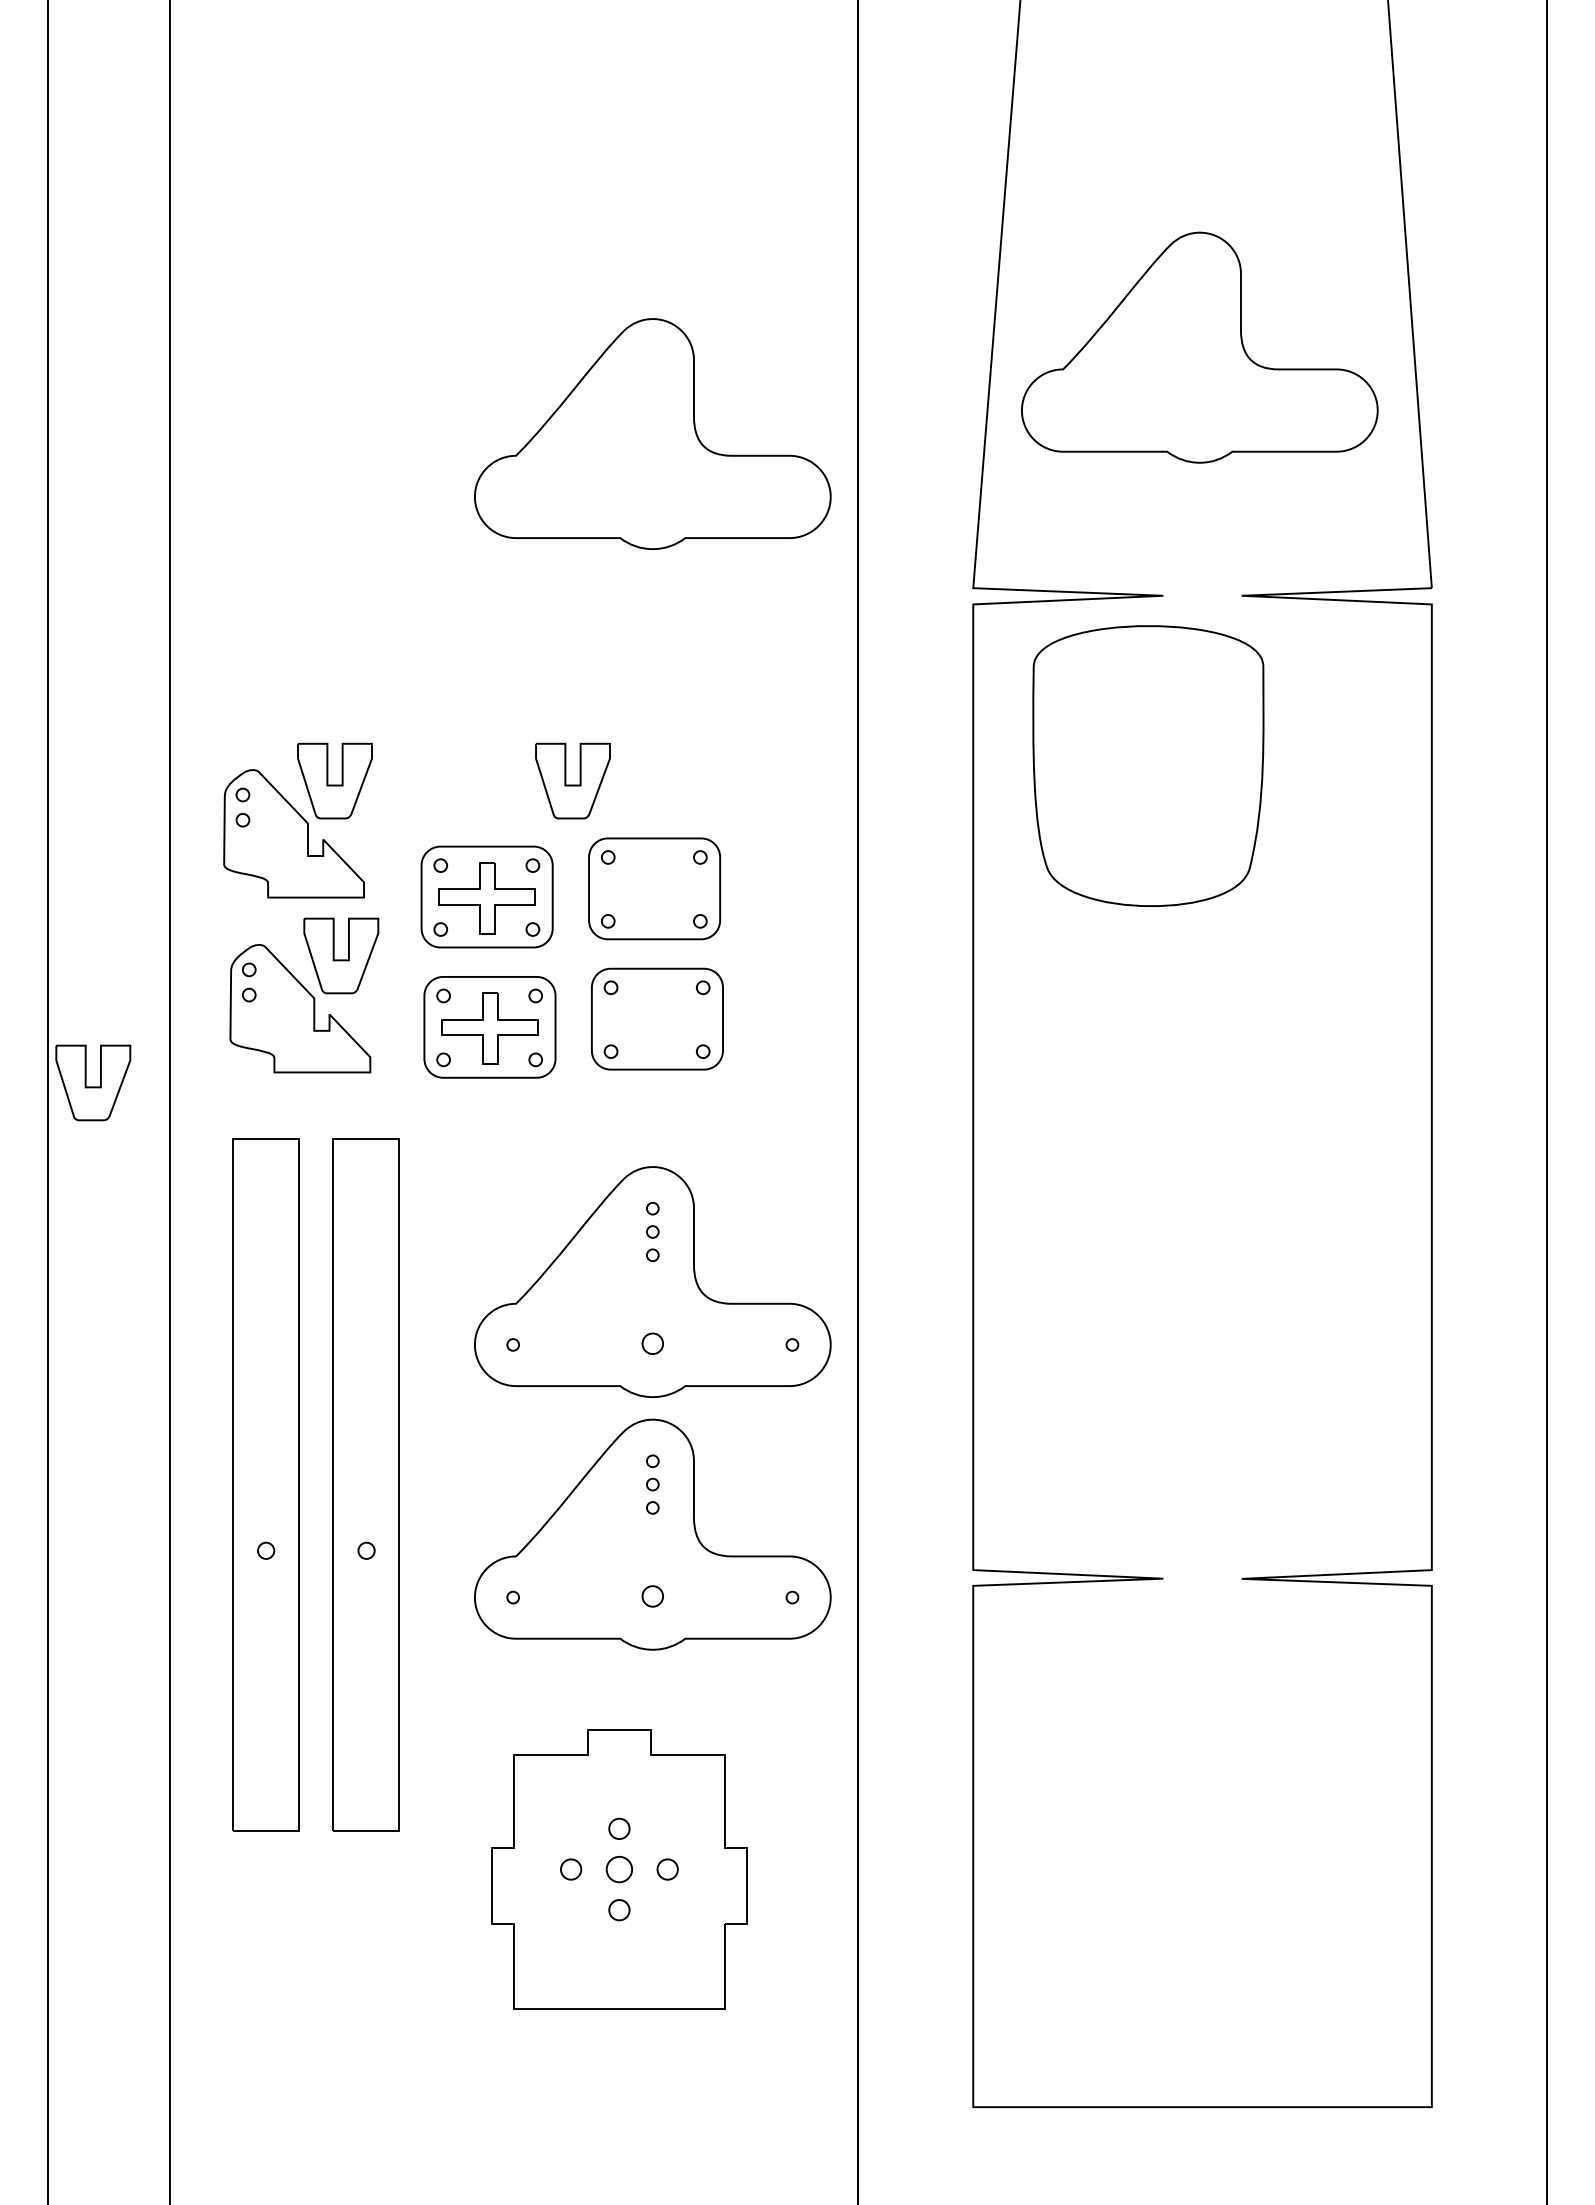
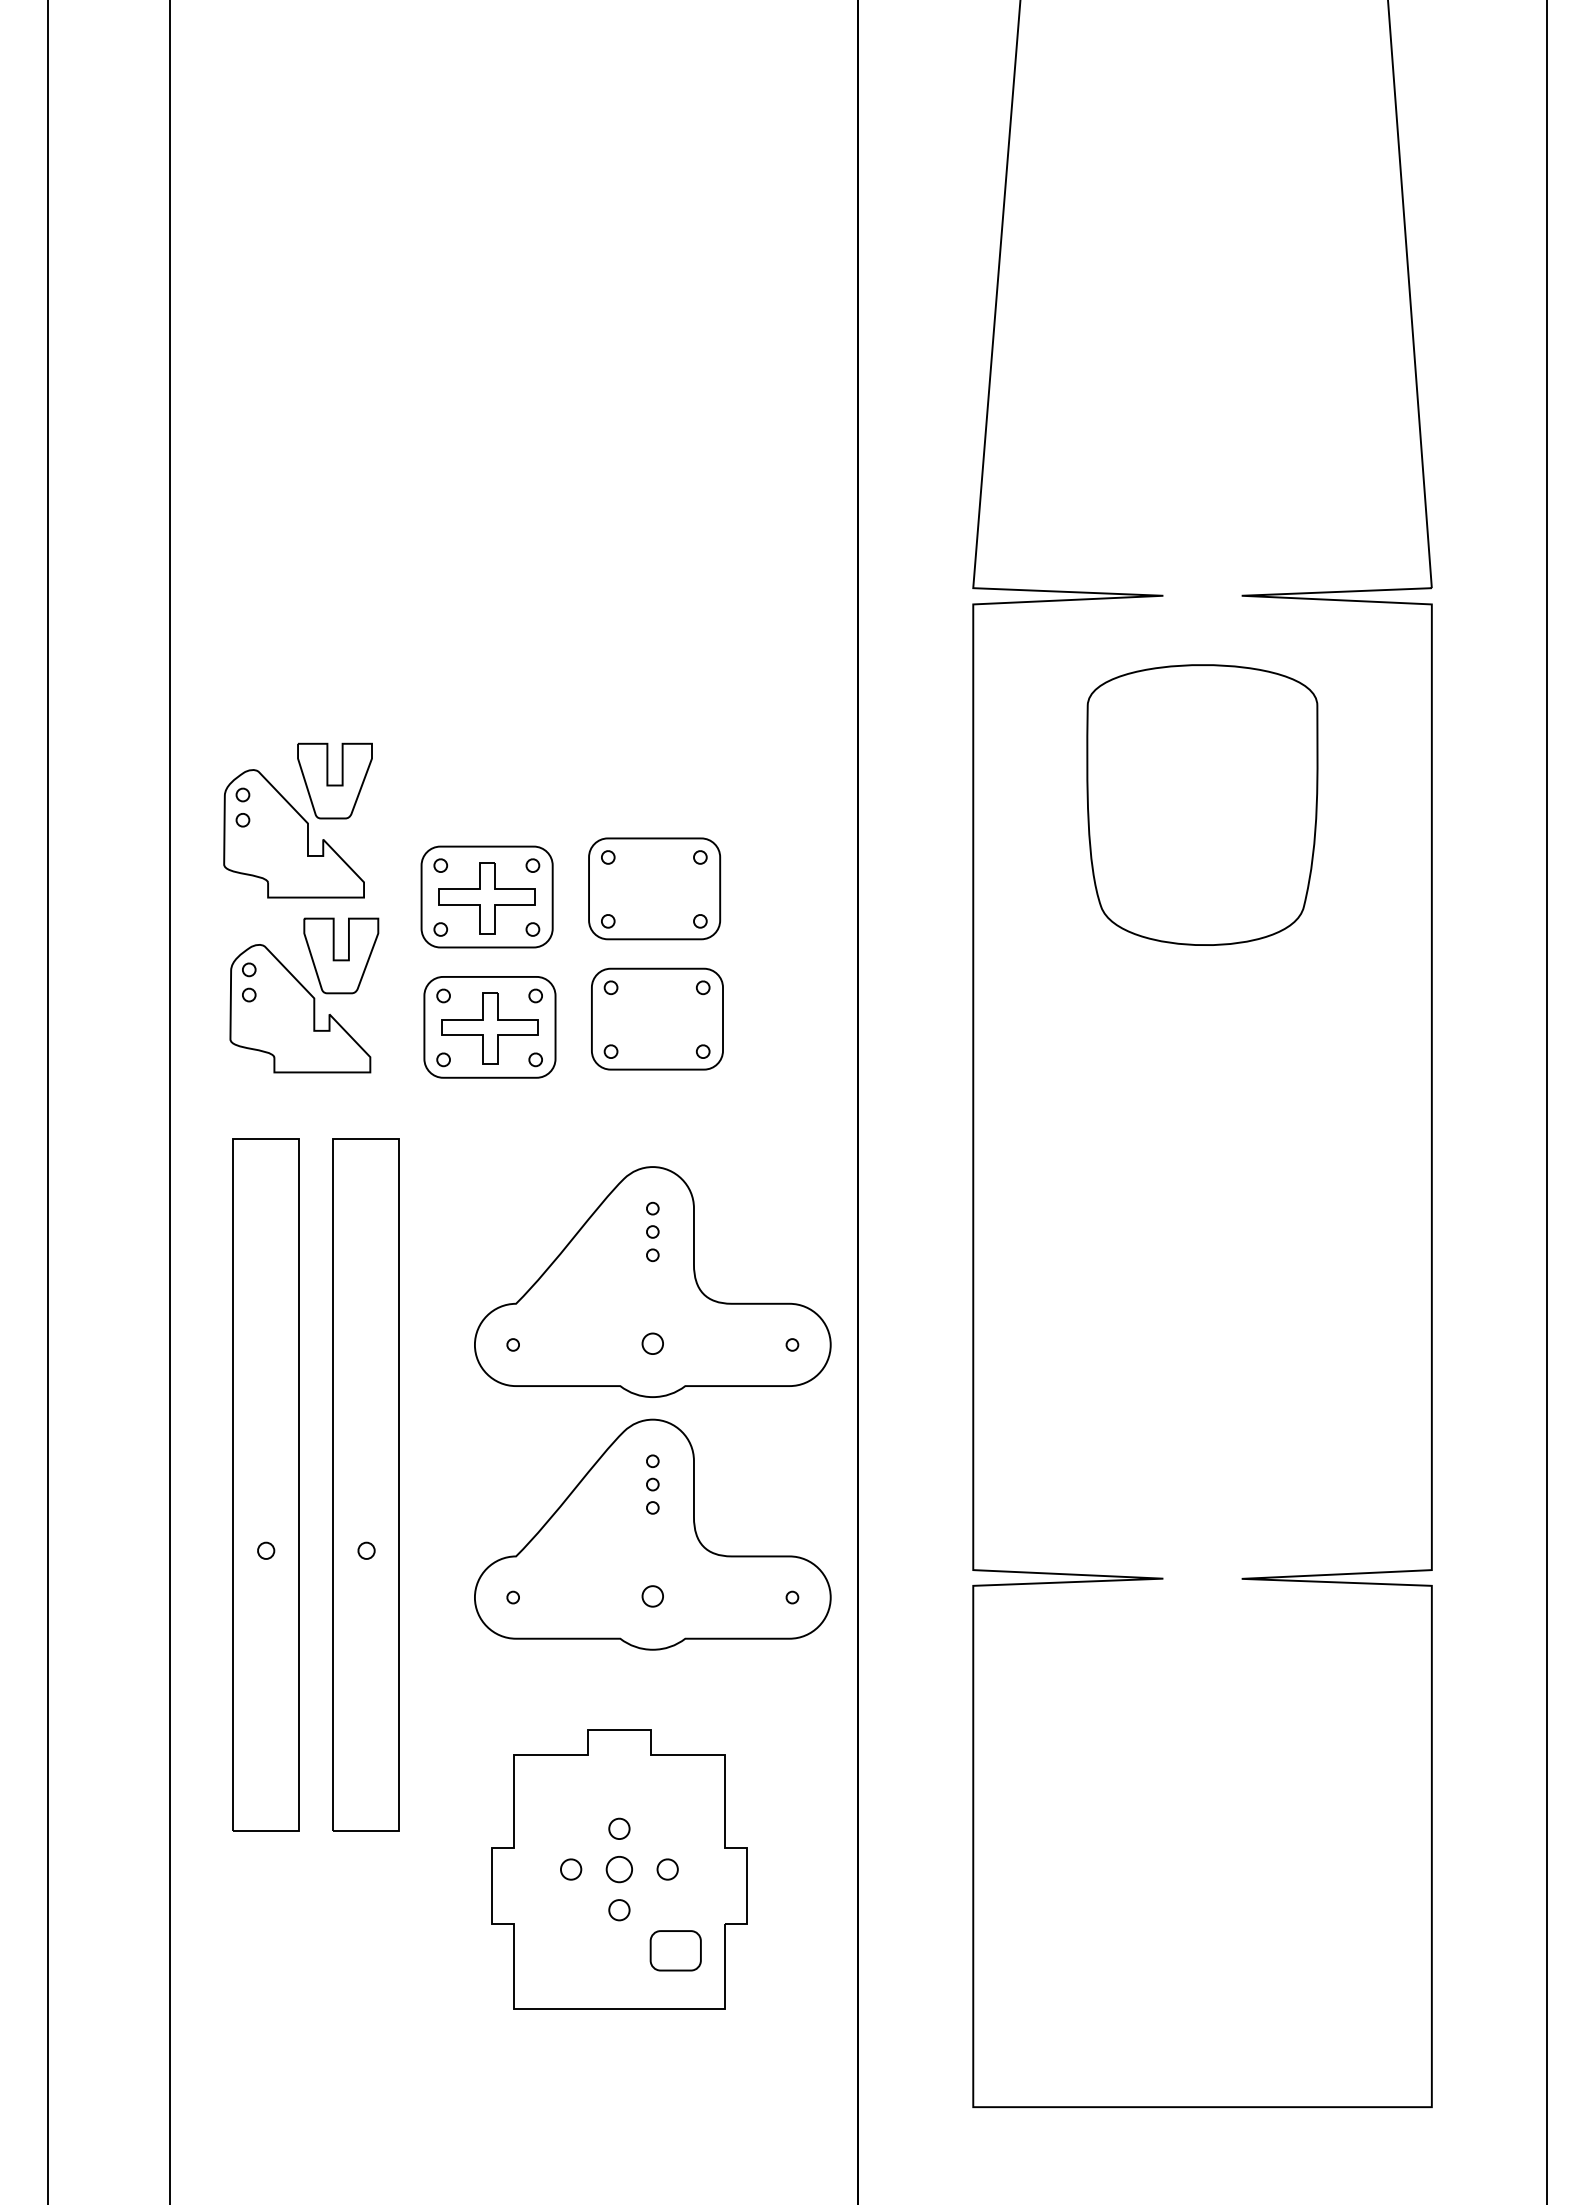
part at (1199, 347): present -> none
part at (652, 433): present -> none
part at (1148, 765) position: (1148, 765) -> (1202, 804)
part at (572, 780): present -> none
part at (93, 1082): present -> none
part at (675, 1950): none -> present
